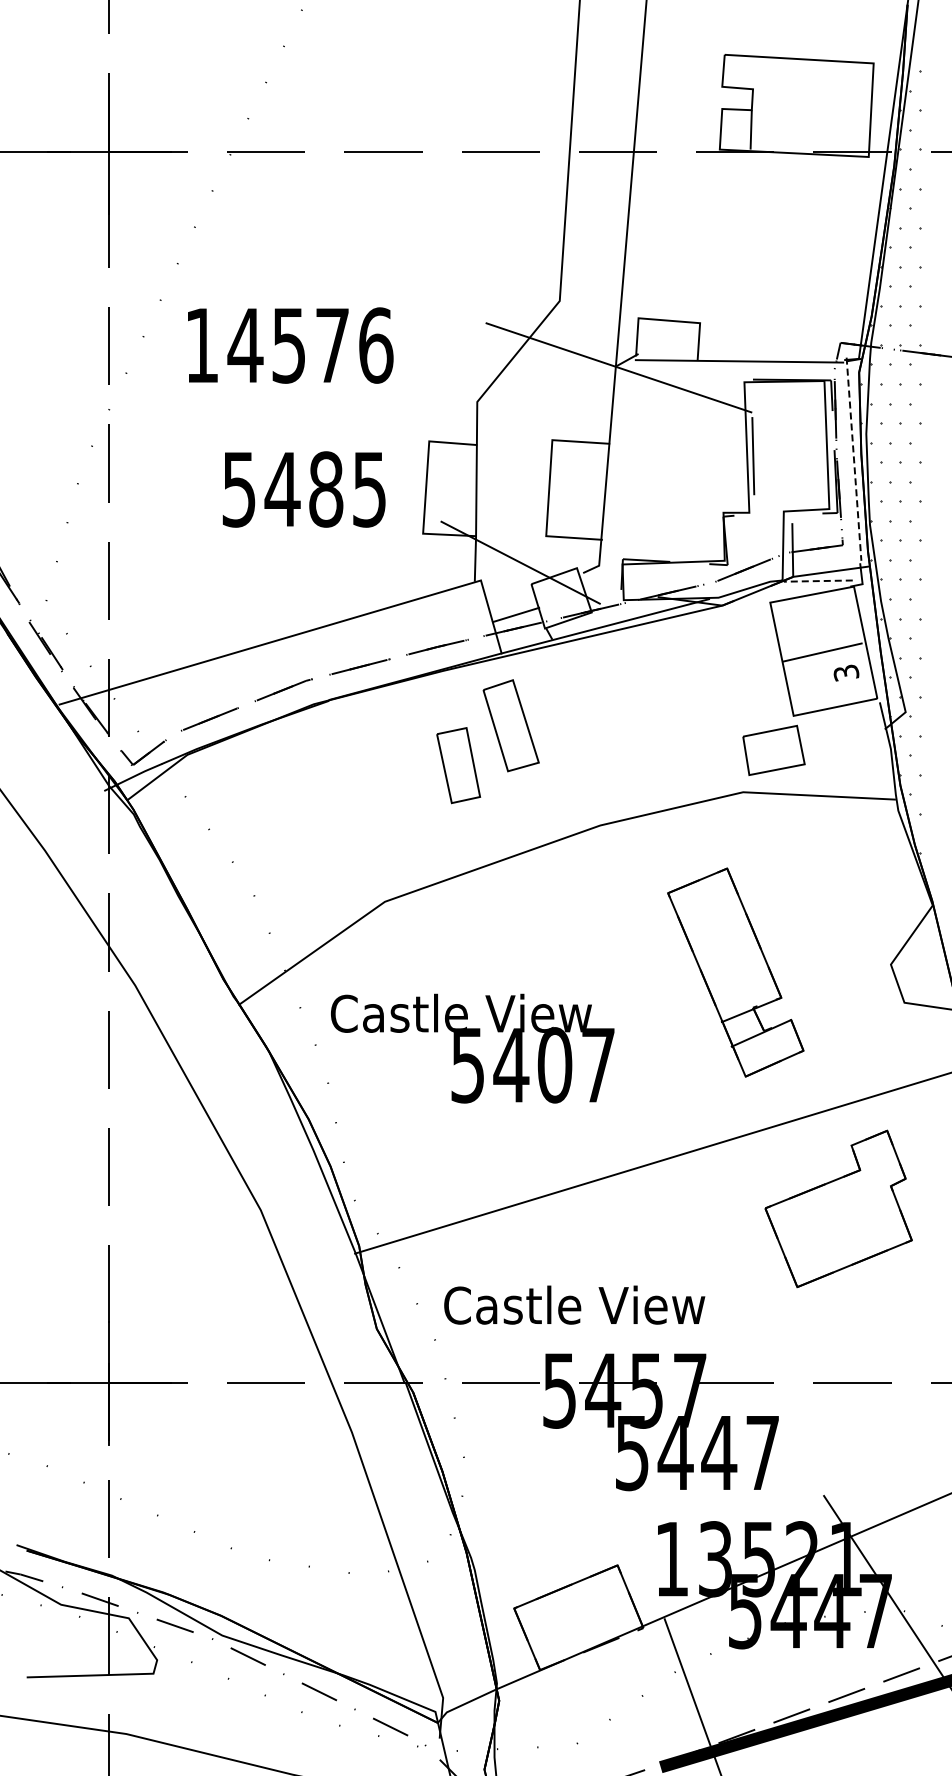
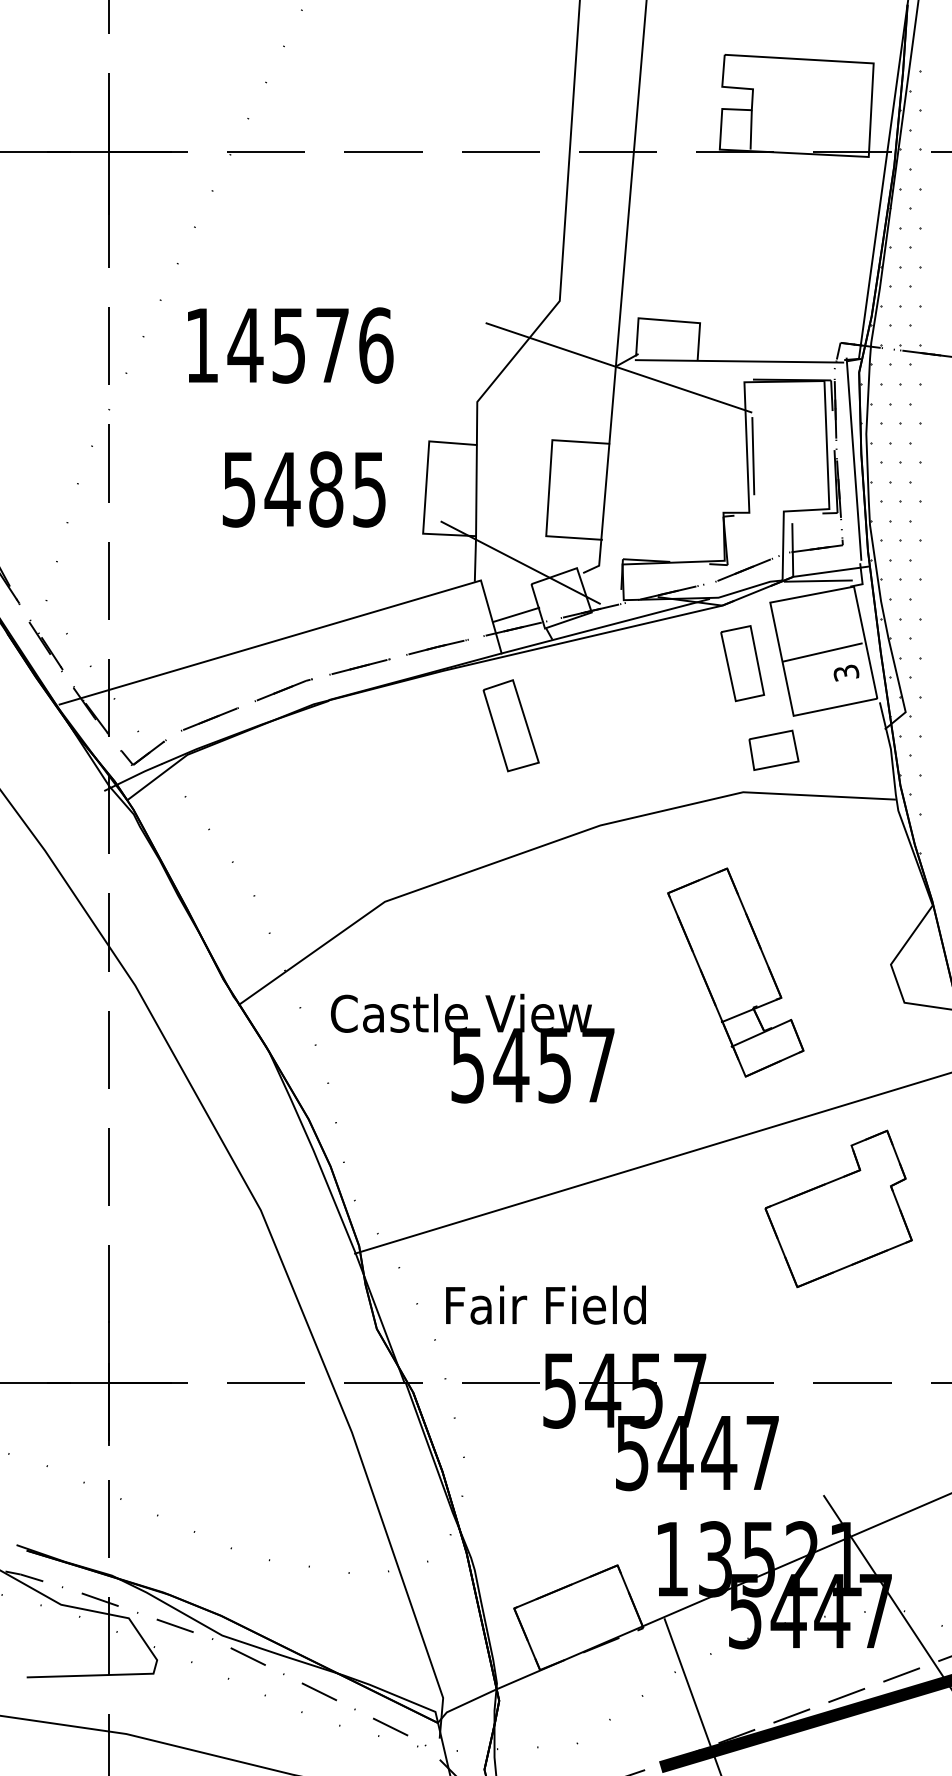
line at (854, 459): dashed -> solid
line at (817, 581): dashed -> solid
part at (773, 749) size: 64x52 px -> 52x42 px
part at (458, 765) position: (458, 765) -> (742, 663)
text at (554, 1065): 5407 -> 5457
text at (574, 1304): Castle View -> Fair Field
